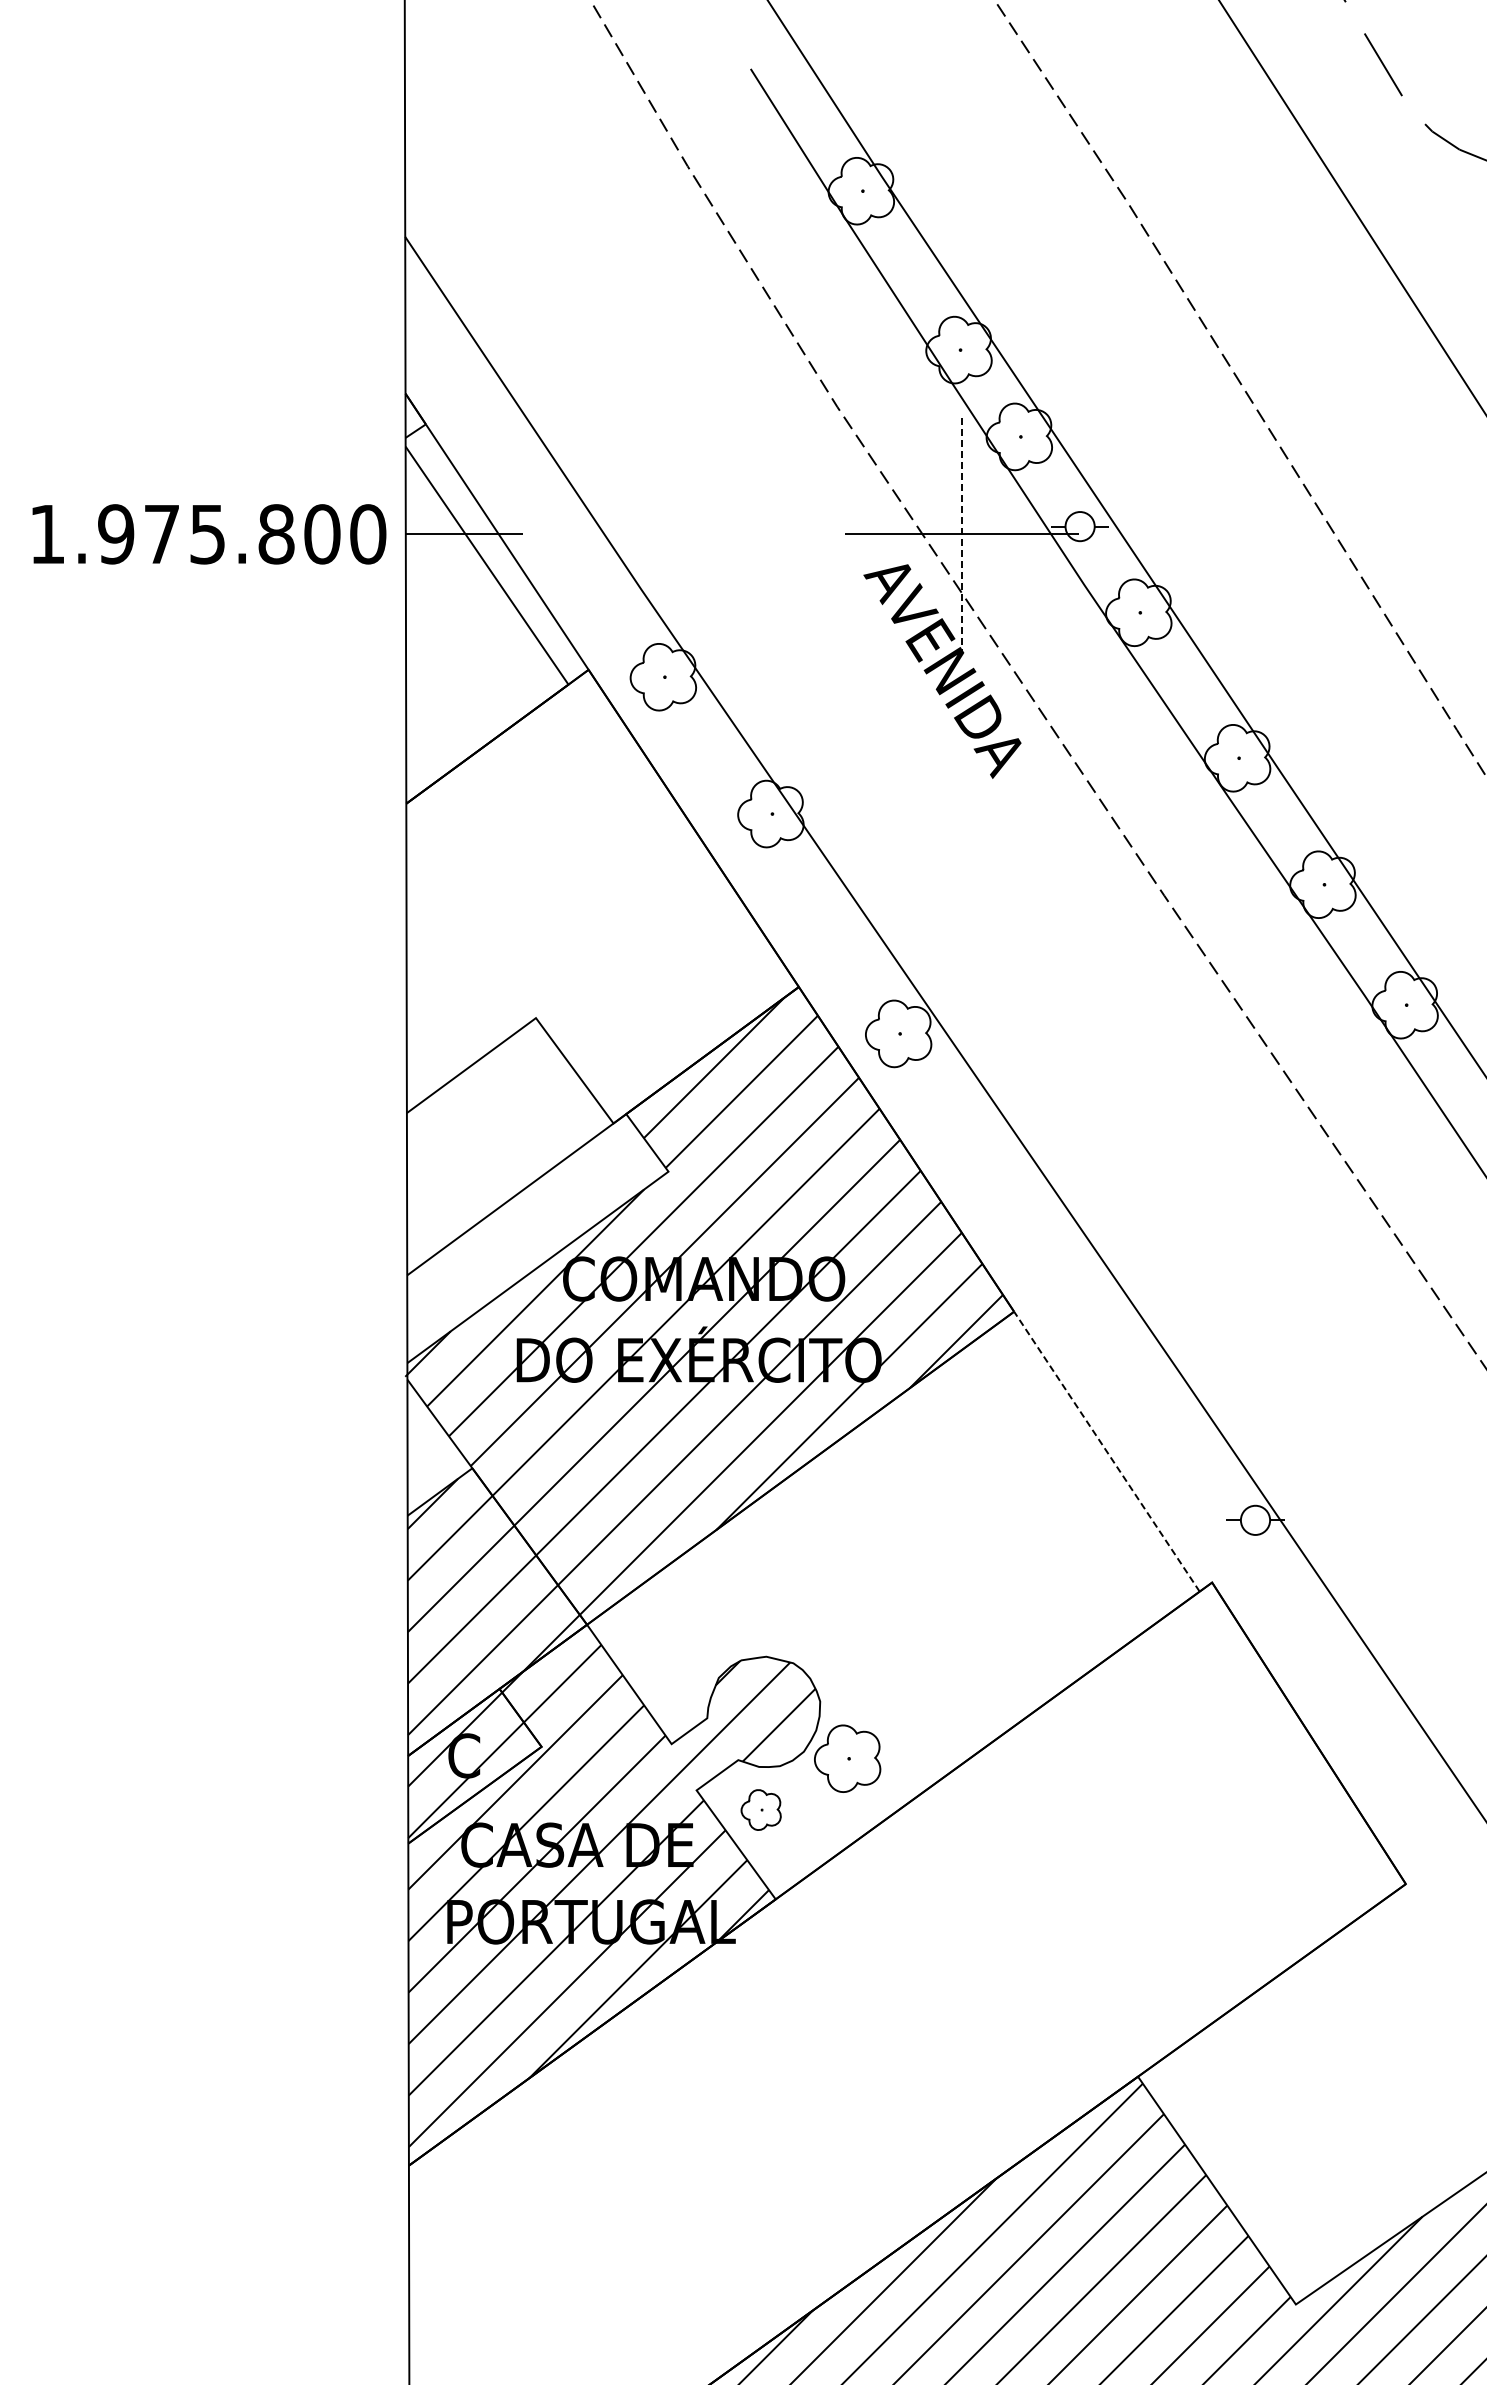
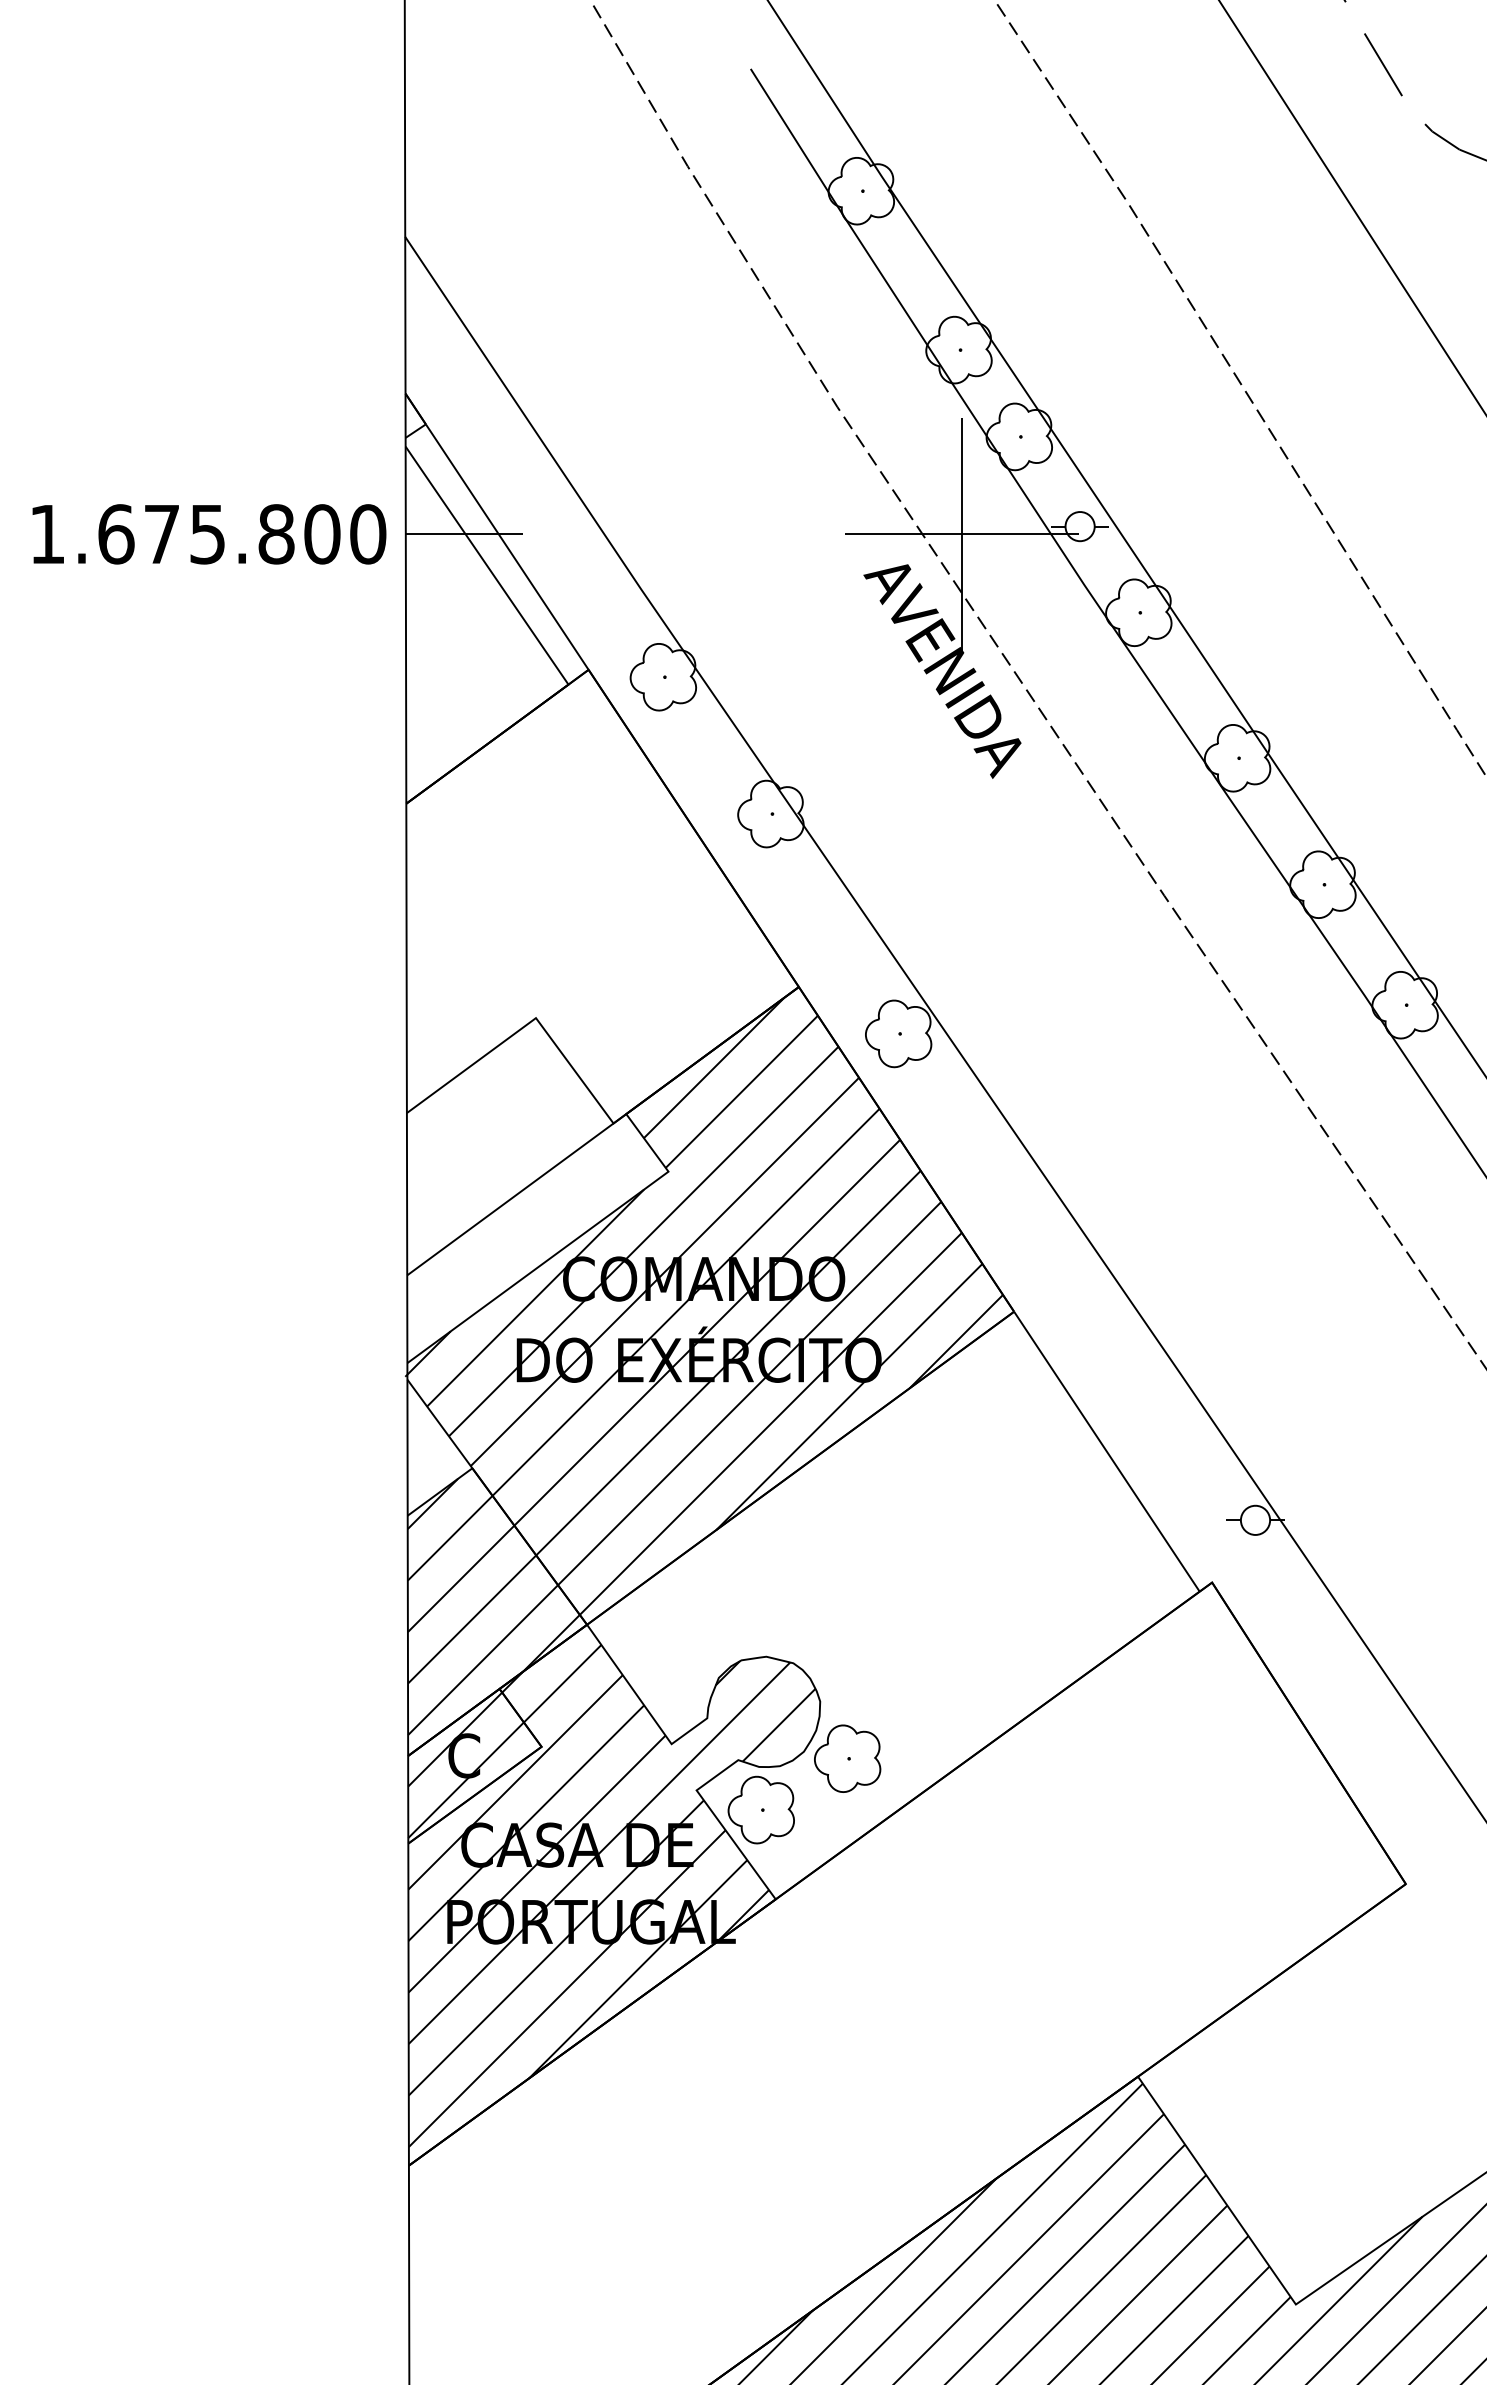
text at (116, 534): 1.975.800 -> 1.675.800
line at (962, 534): dashed -> solid
line at (1106, 1451): dashed -> solid
part at (760, 1809) size: 42x42 px -> 68x70 px
